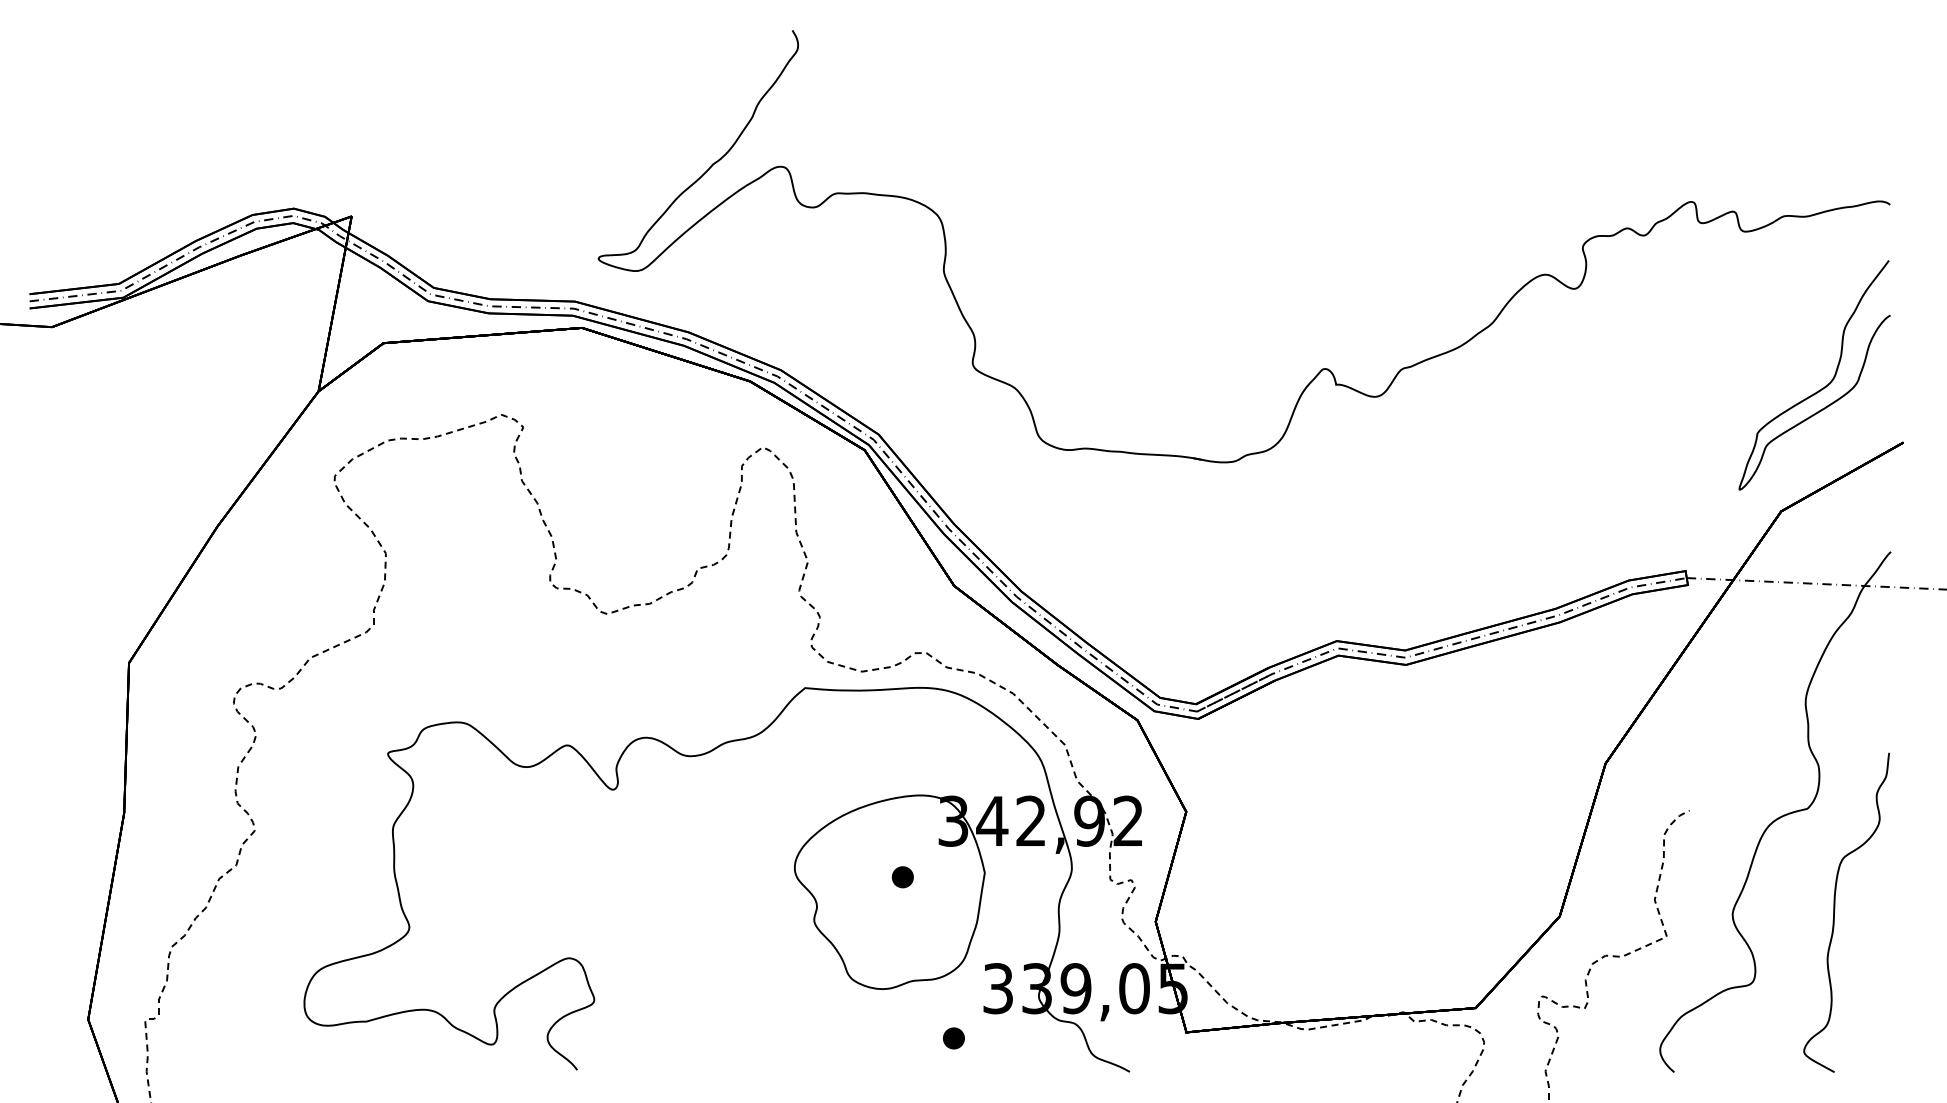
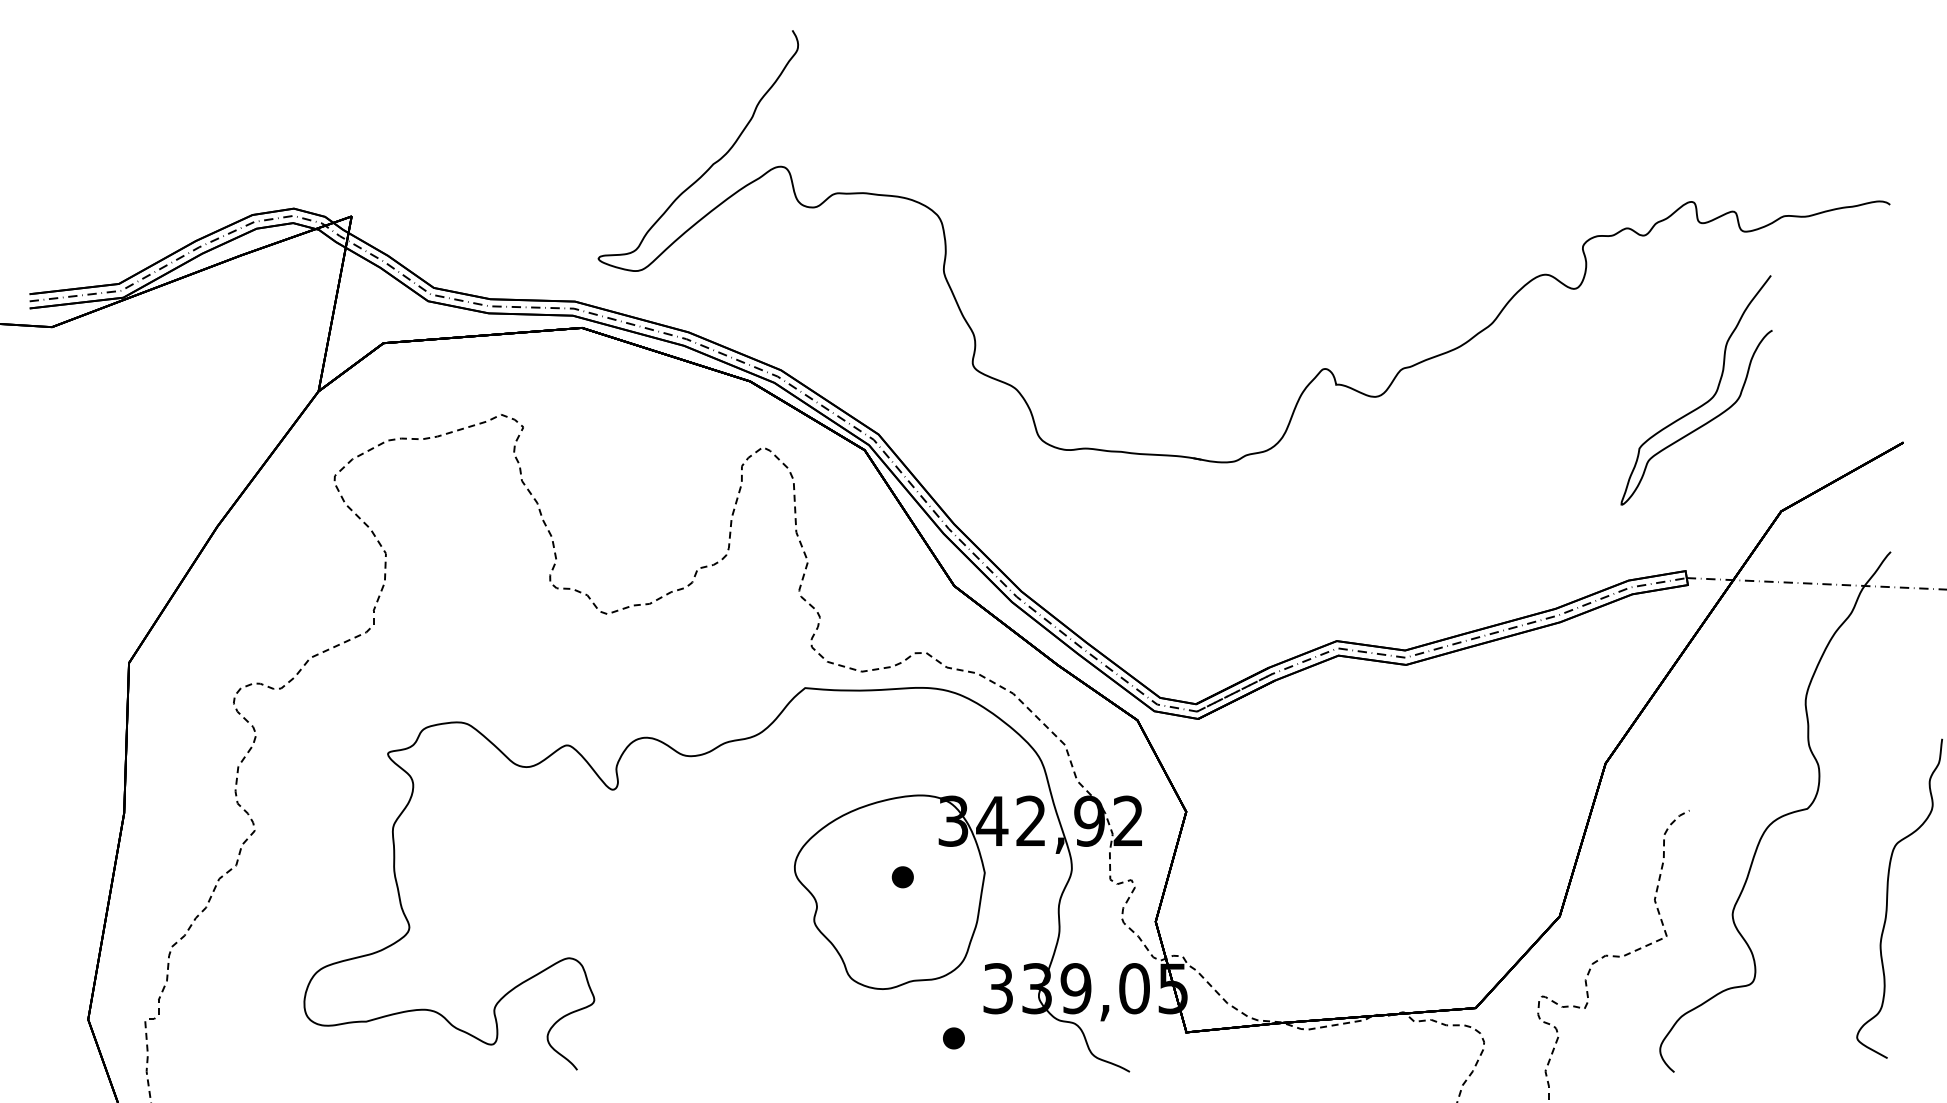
curve at (1822, 387) position: (1822, 387) -> (1704, 402)
curve at (1835, 910) position: (1835, 910) -> (1888, 896)
